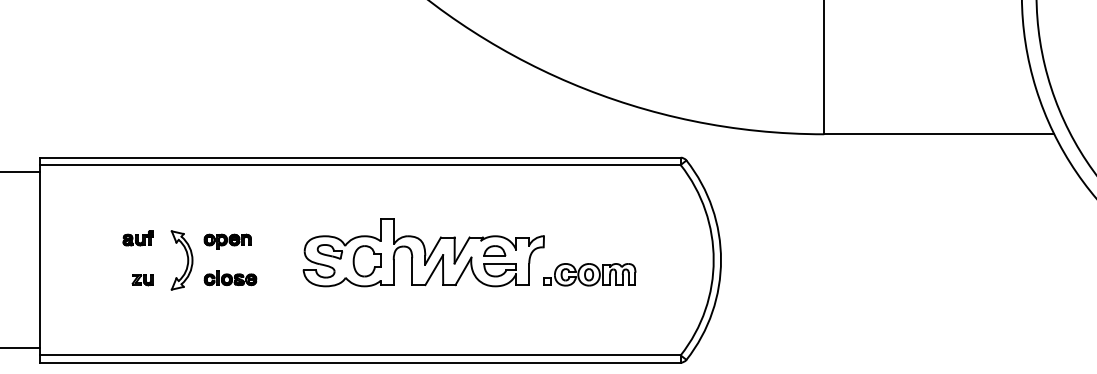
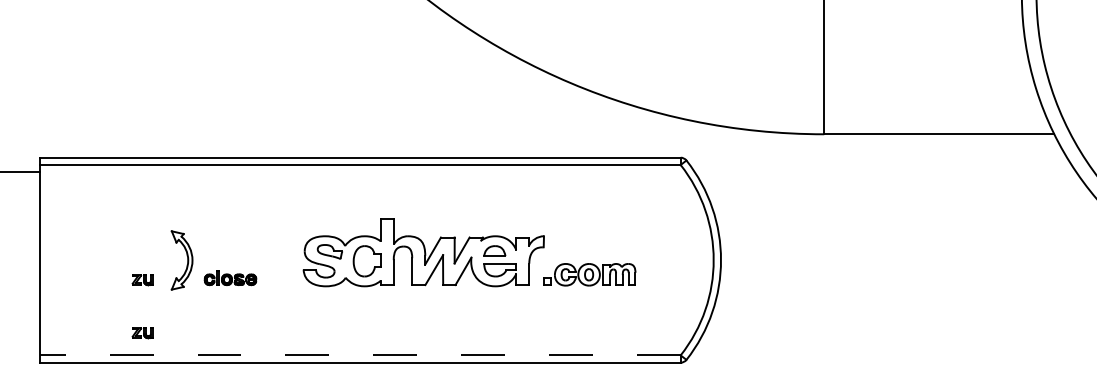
part at (137, 238): present -> none
part at (227, 241): present -> none
part at (142, 333): none -> present
line at (21, 348): present -> none
line at (359, 355): solid -> dashed
